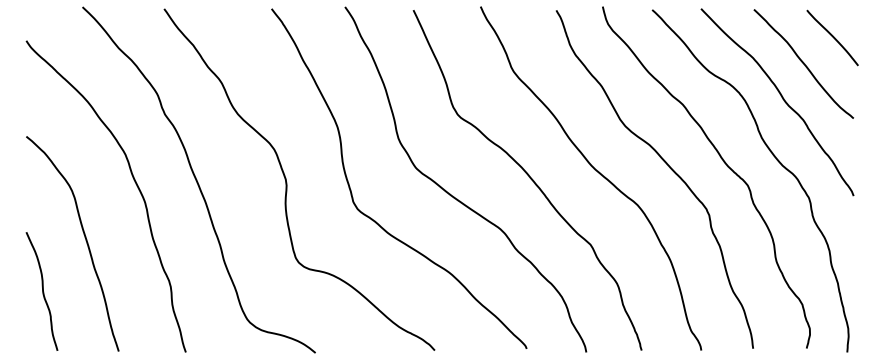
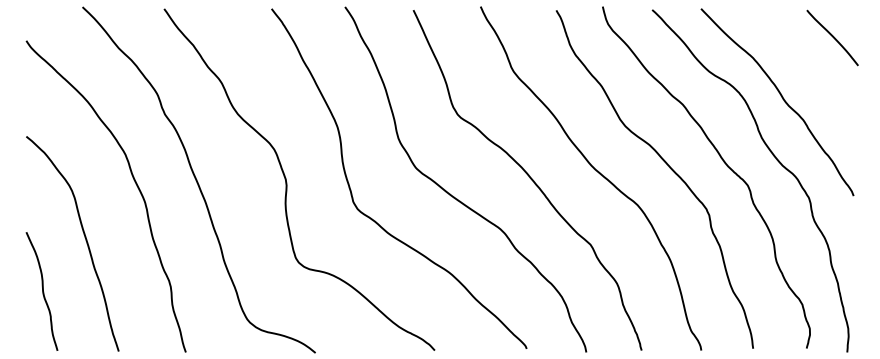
curve at (803, 63): present -> none
